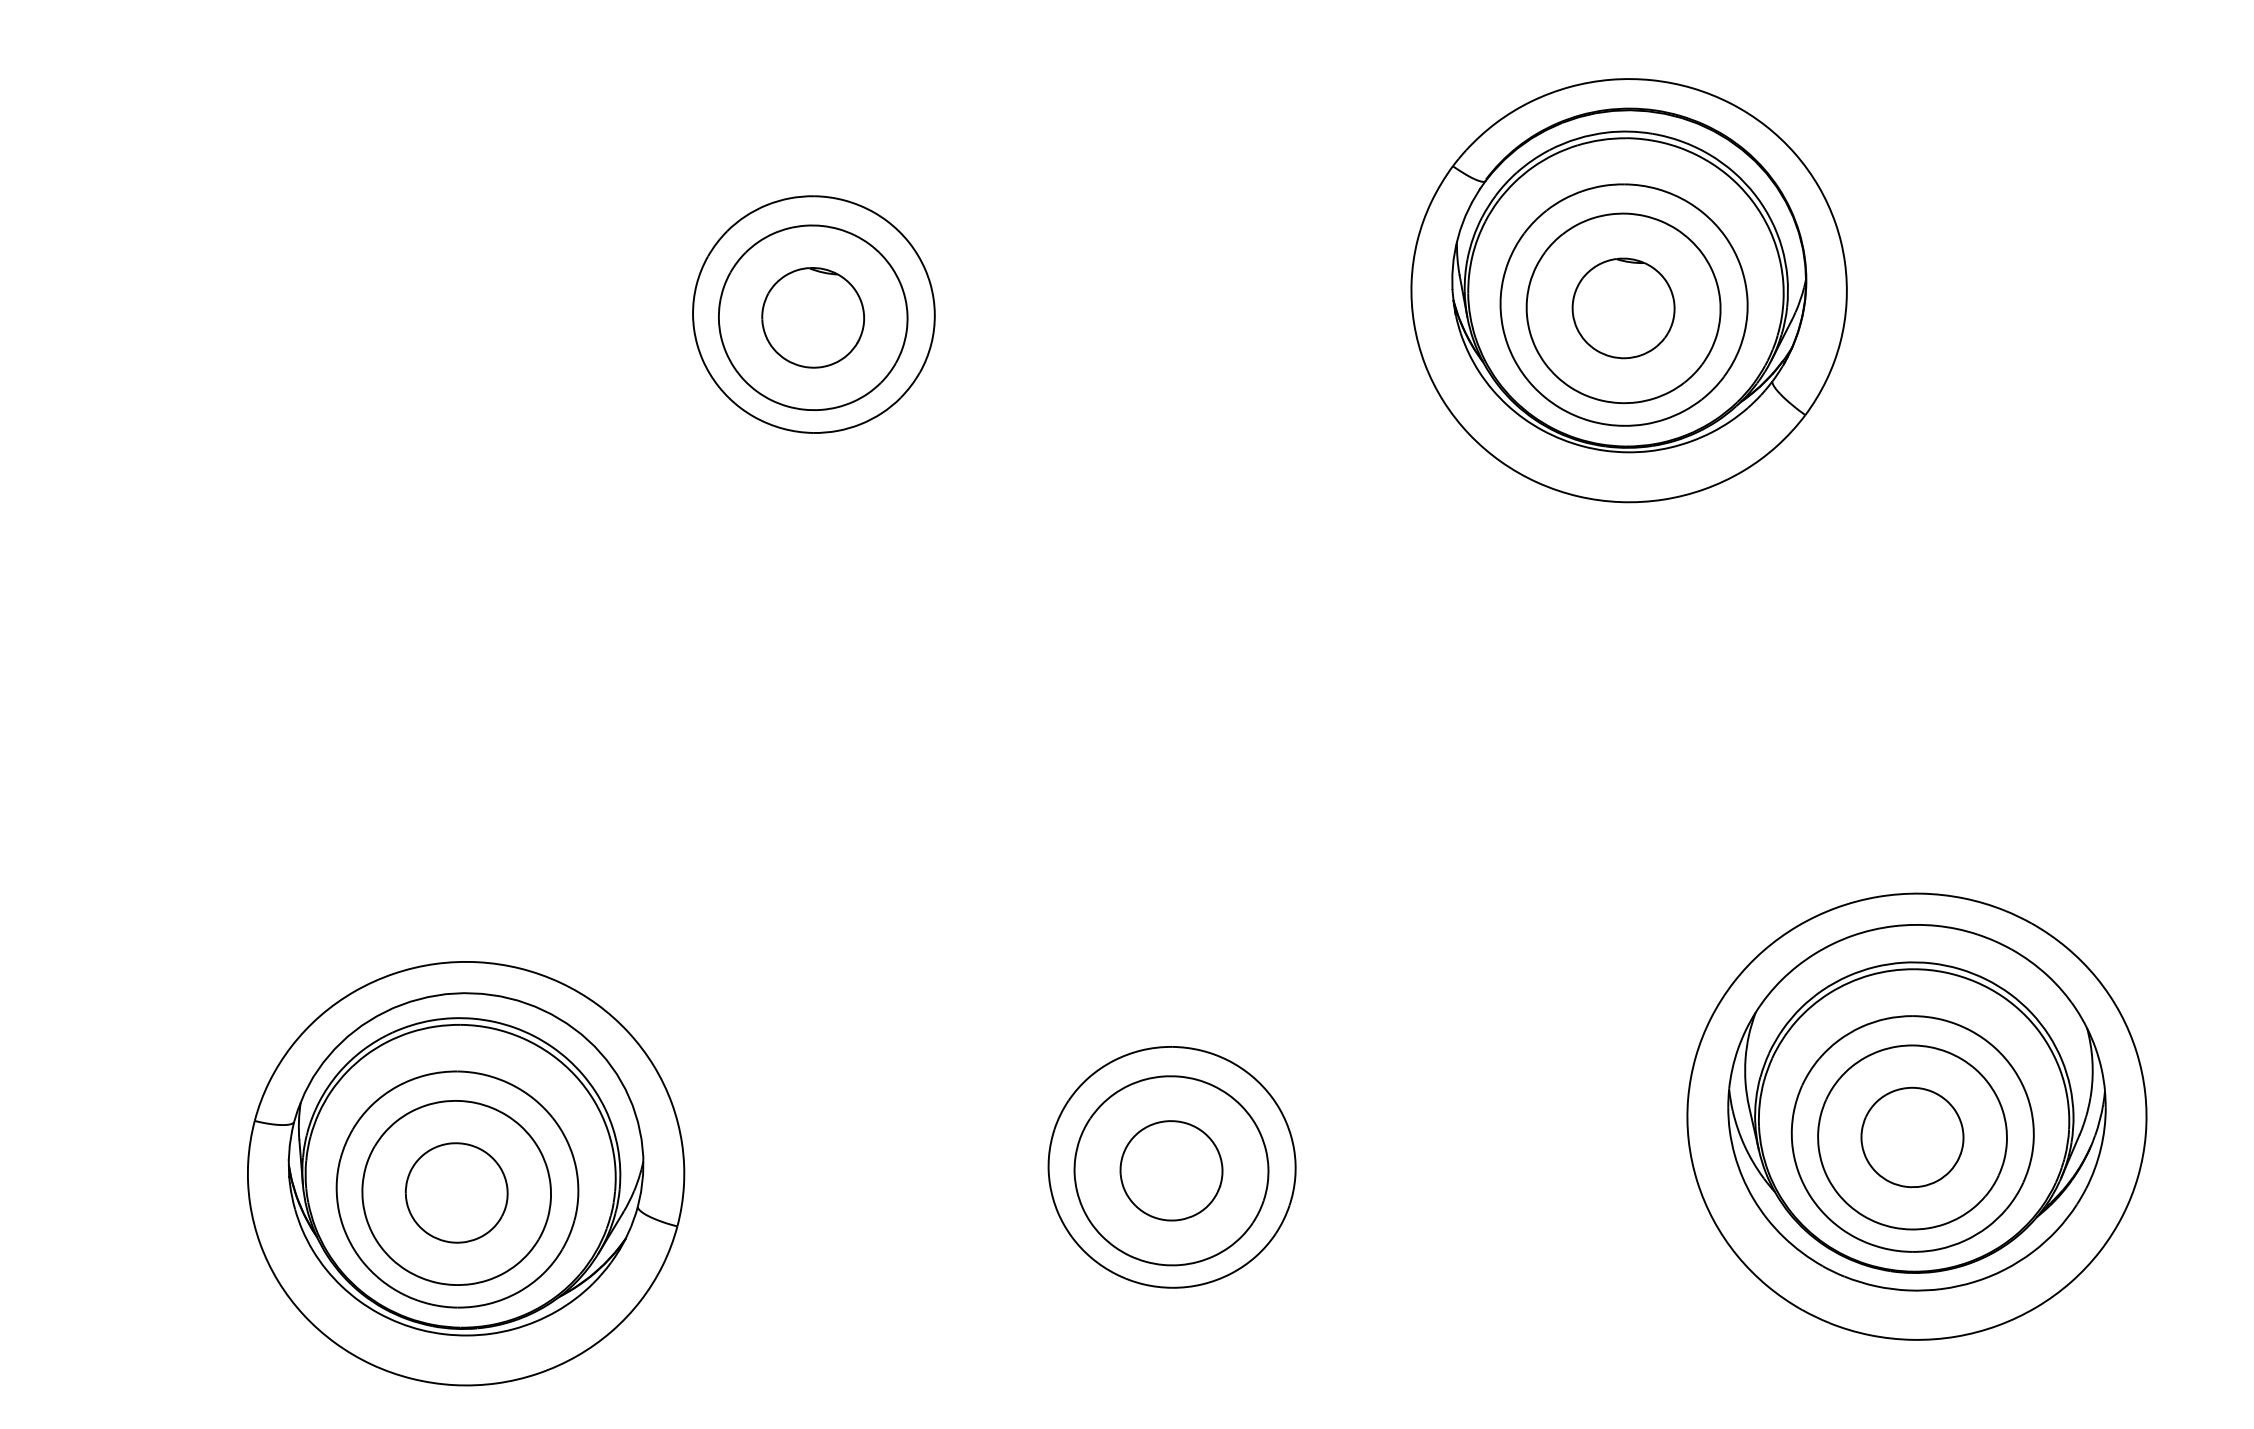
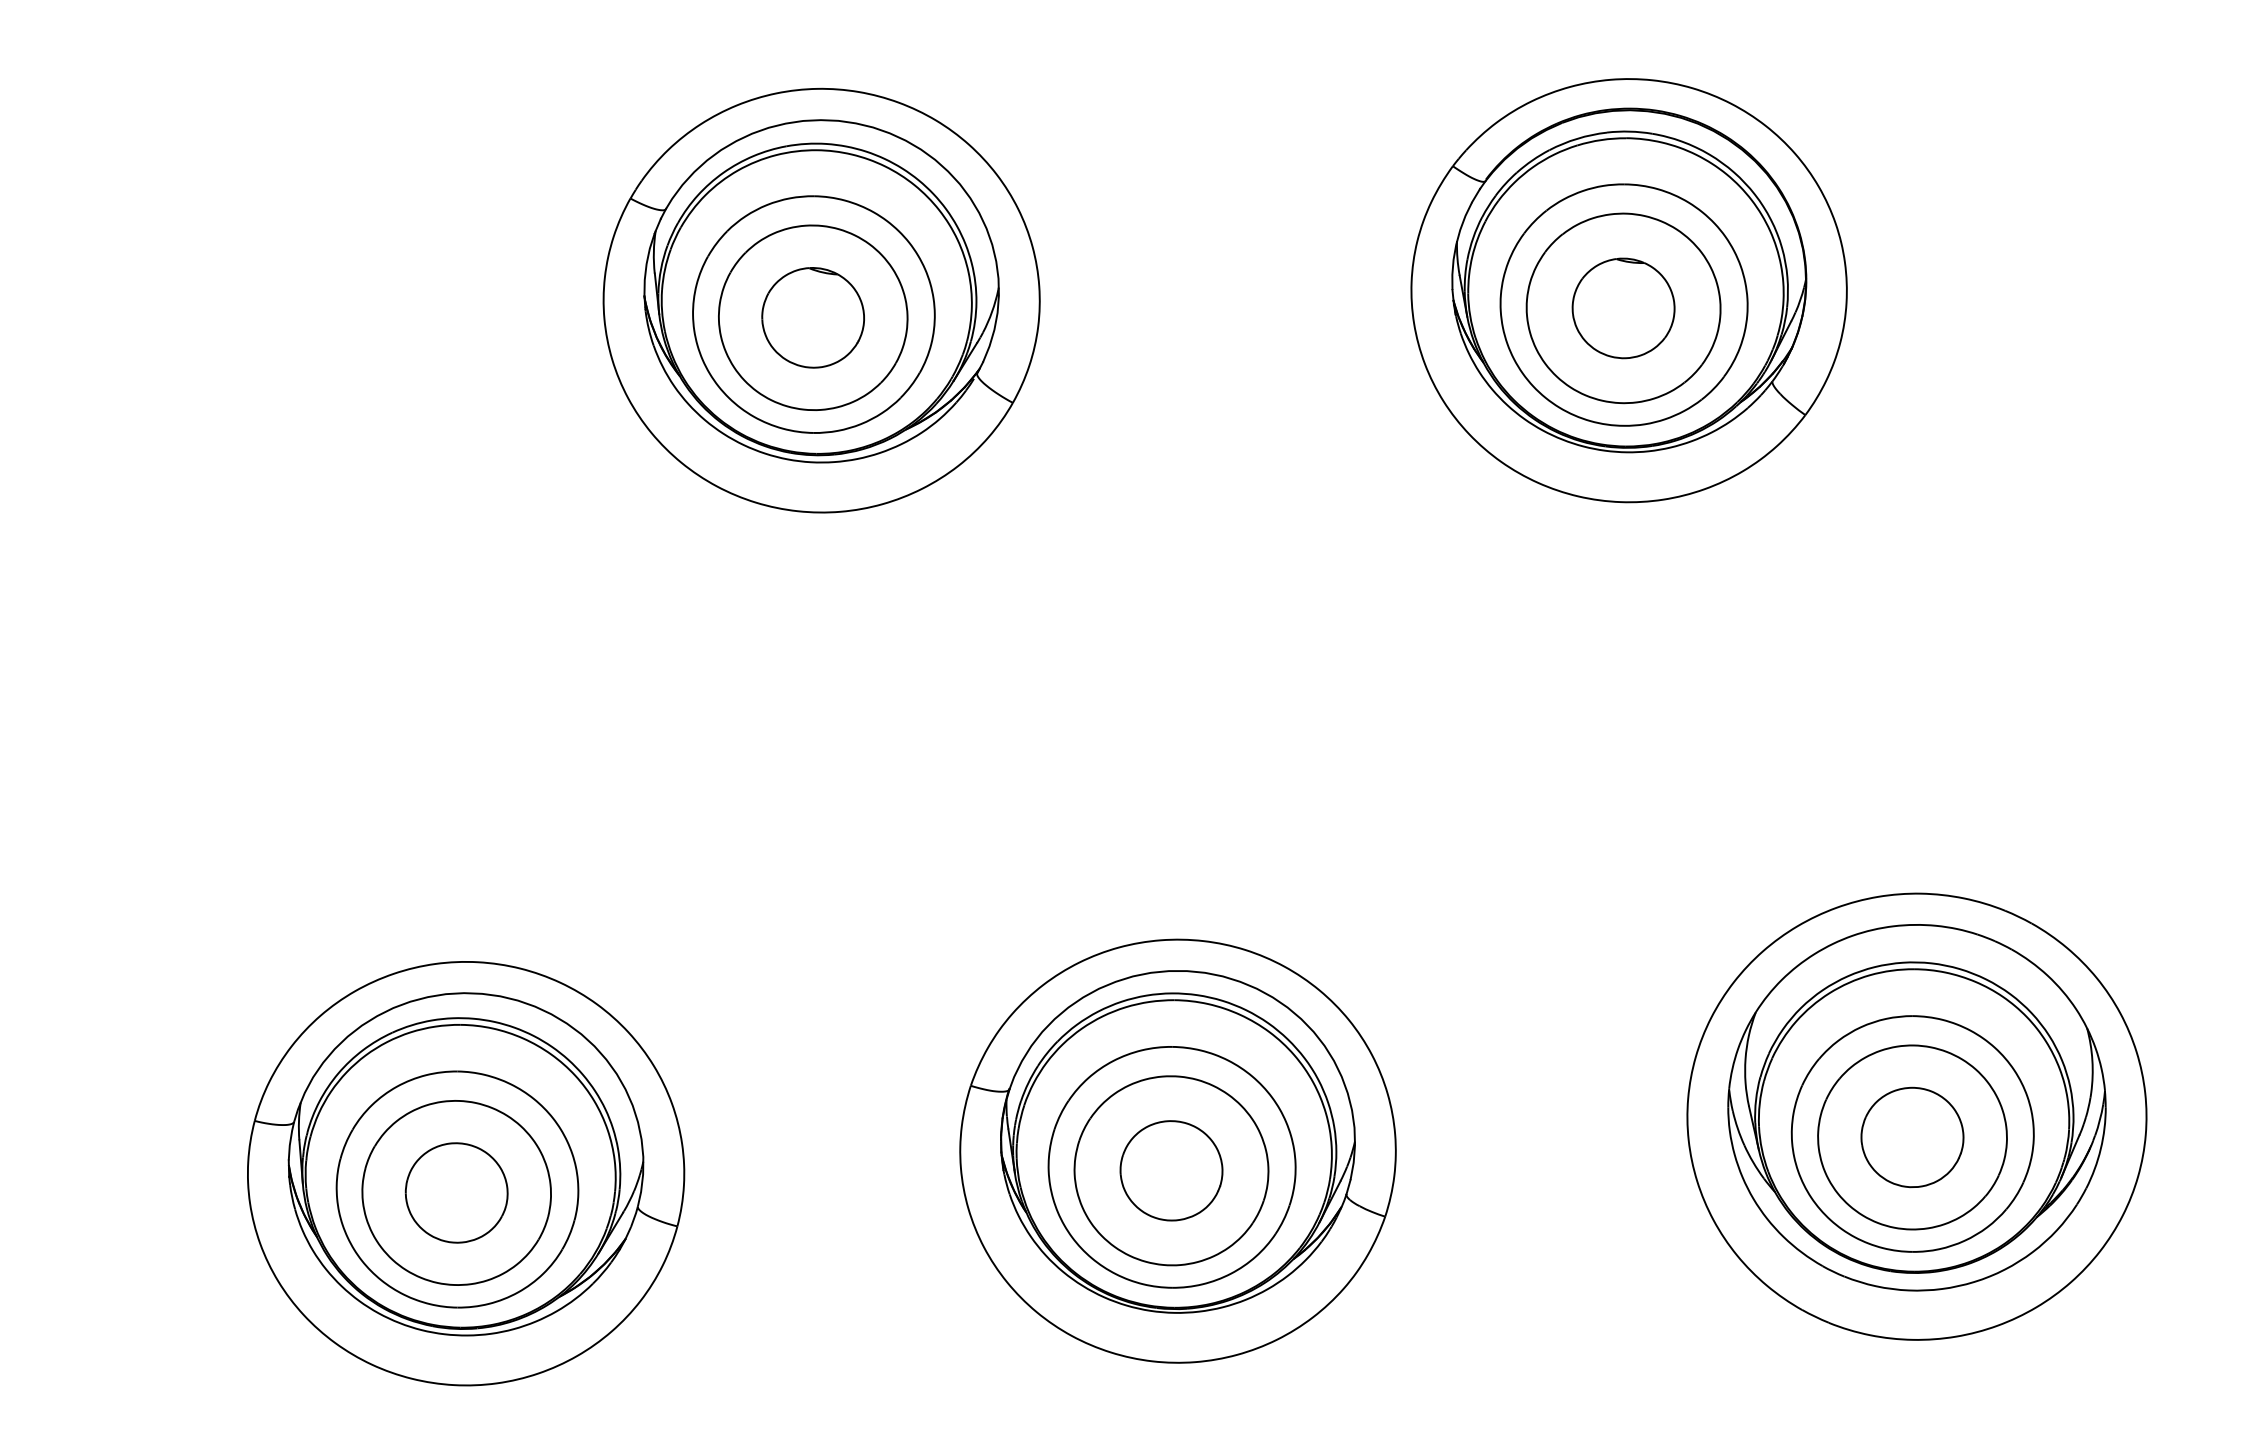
part at (821, 300): none -> present
part at (1177, 1150): none -> present
